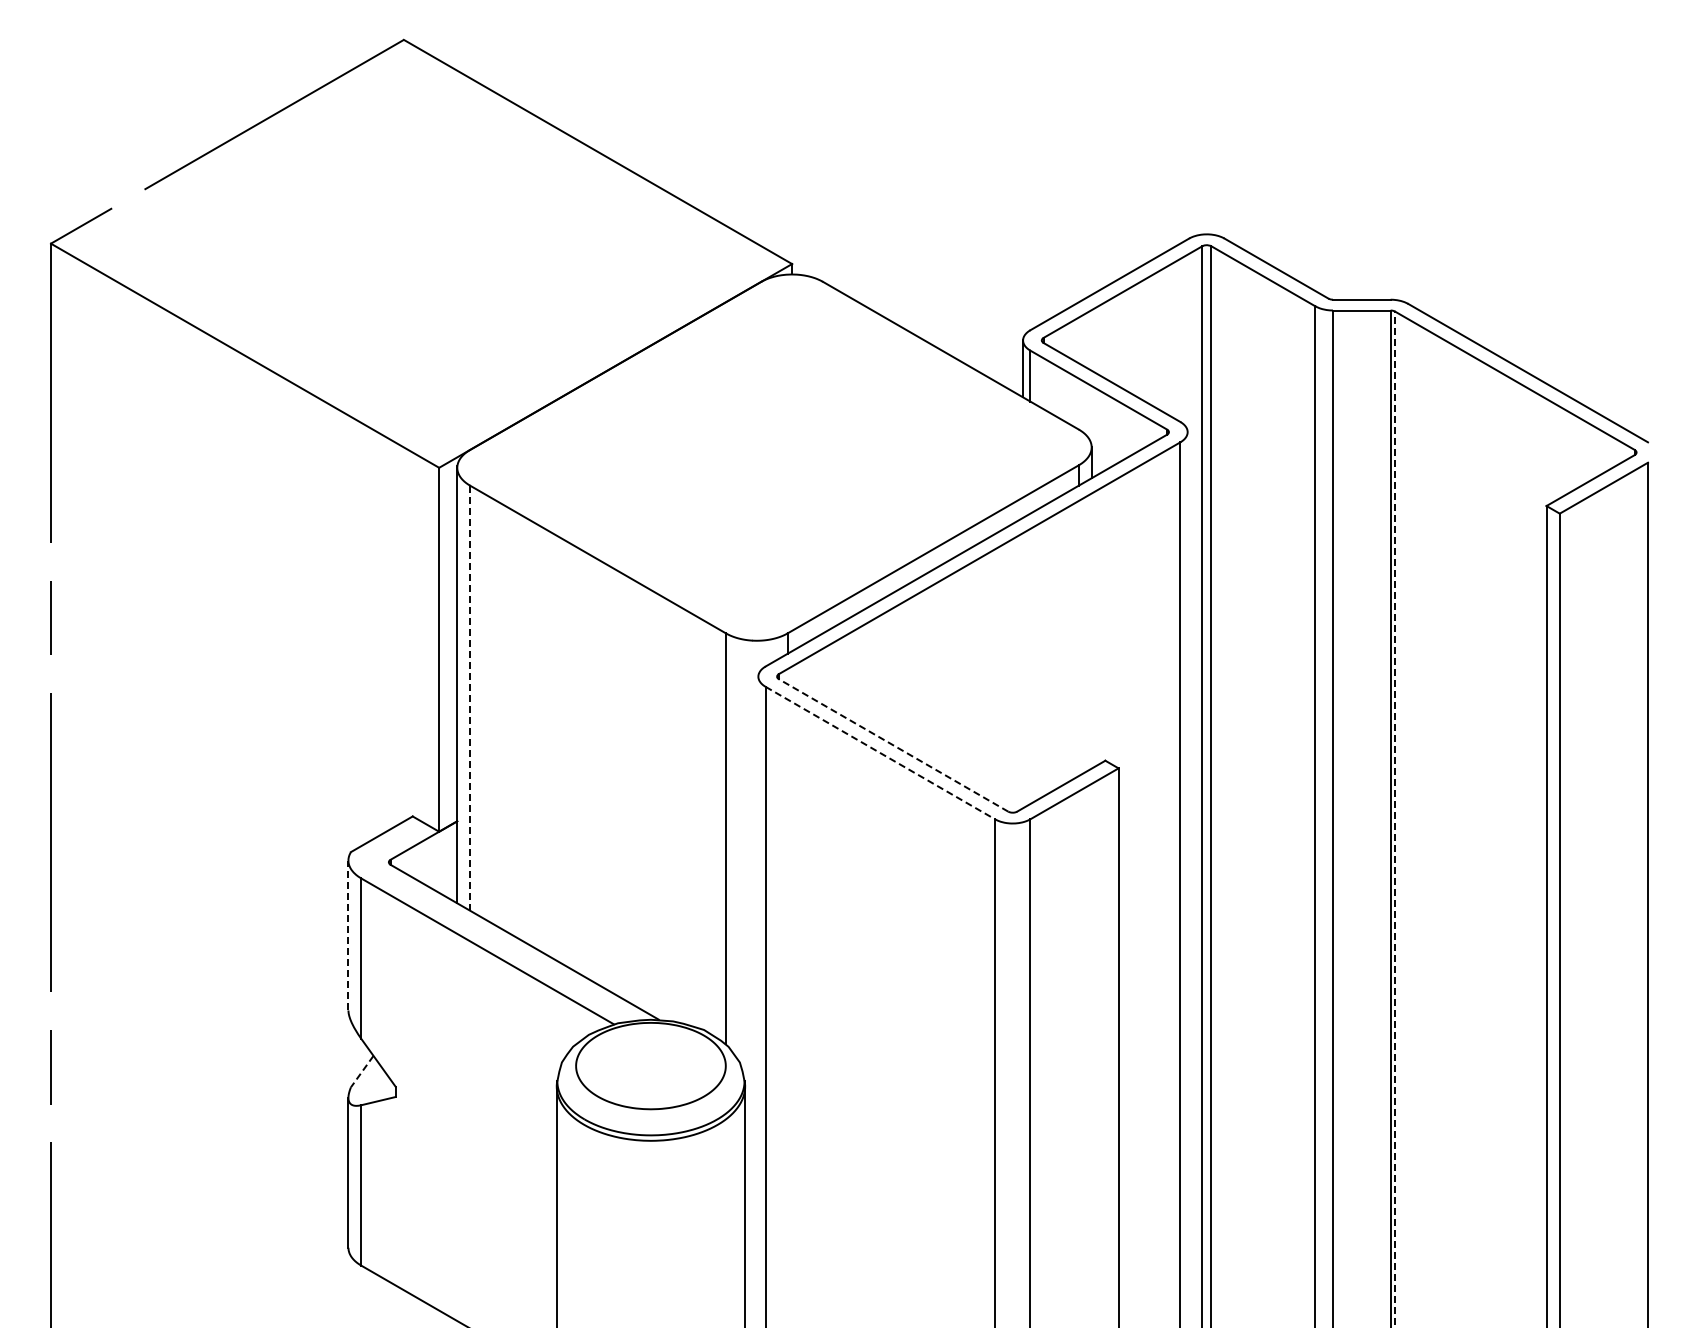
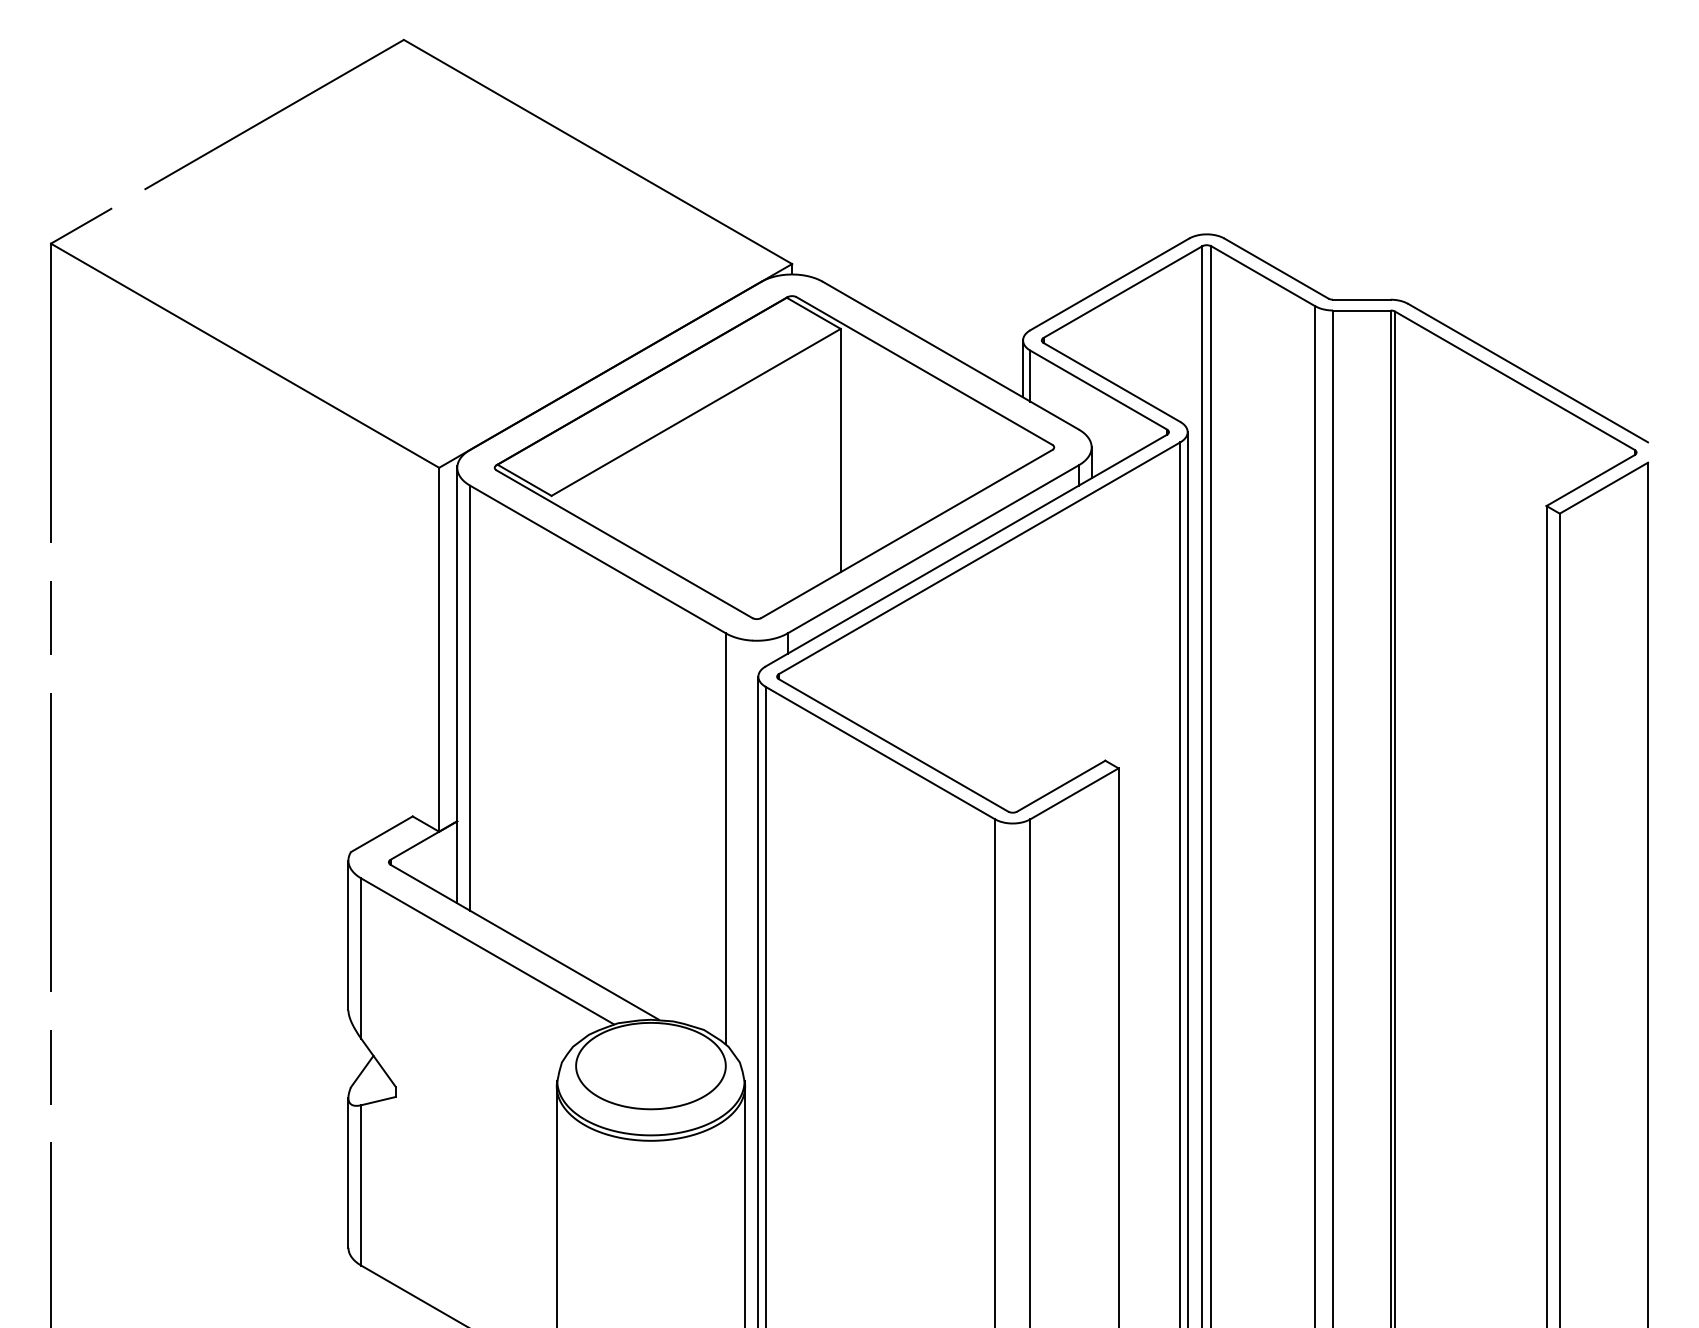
part at (774, 457): none -> present
line at (470, 698): dashed -> solid
line at (893, 745): dashed -> solid
line at (880, 753): dashed -> solid
line at (1395, 819): dashed -> solid
line at (1187, 878): none -> present
line at (348, 935): dashed -> solid
line at (758, 1000): none -> present
line at (361, 1072): dashed -> solid
